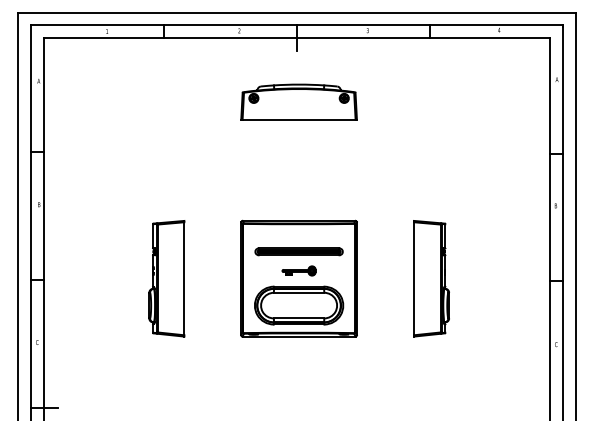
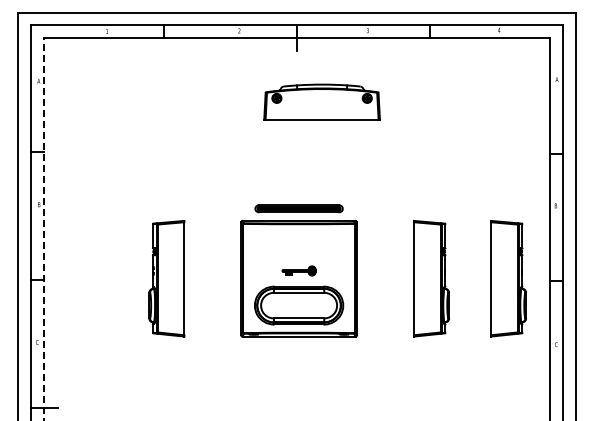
part at (298, 101) position: (298, 101) -> (321, 101)
line at (44, 228): solid -> dashed
part at (298, 251) position: (298, 251) -> (298, 208)
part at (508, 278): none -> present
